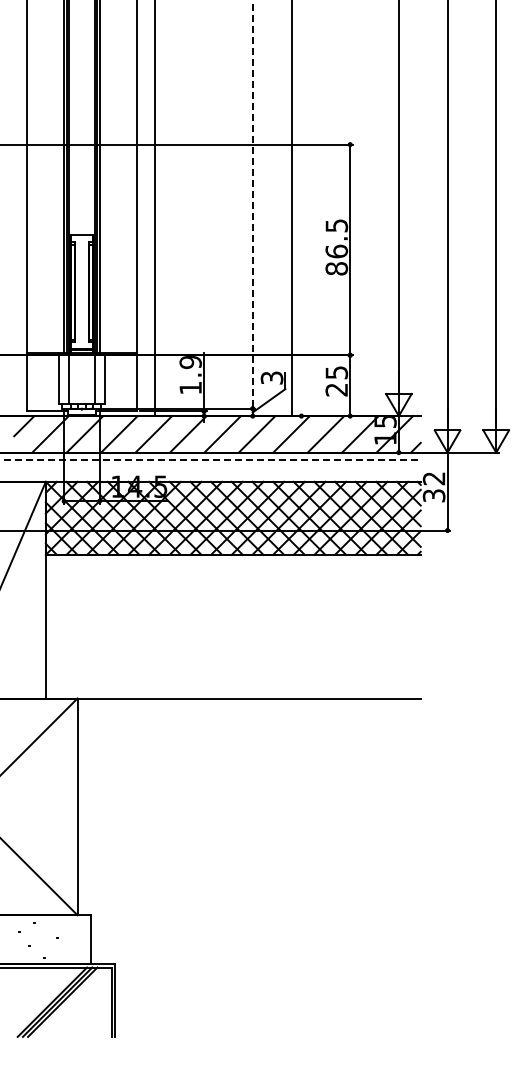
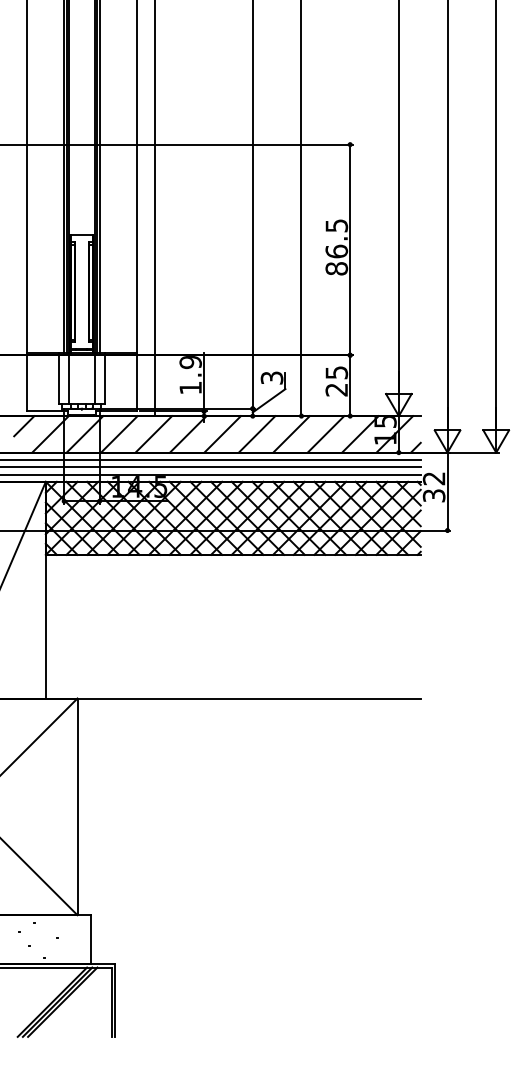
line at (252, 204): dashed -> solid
line at (292, 209) position: (292, 209) -> (301, 209)
line at (210, 459): dashed -> solid
line at (211, 467): none -> present
line at (211, 474): none -> present
